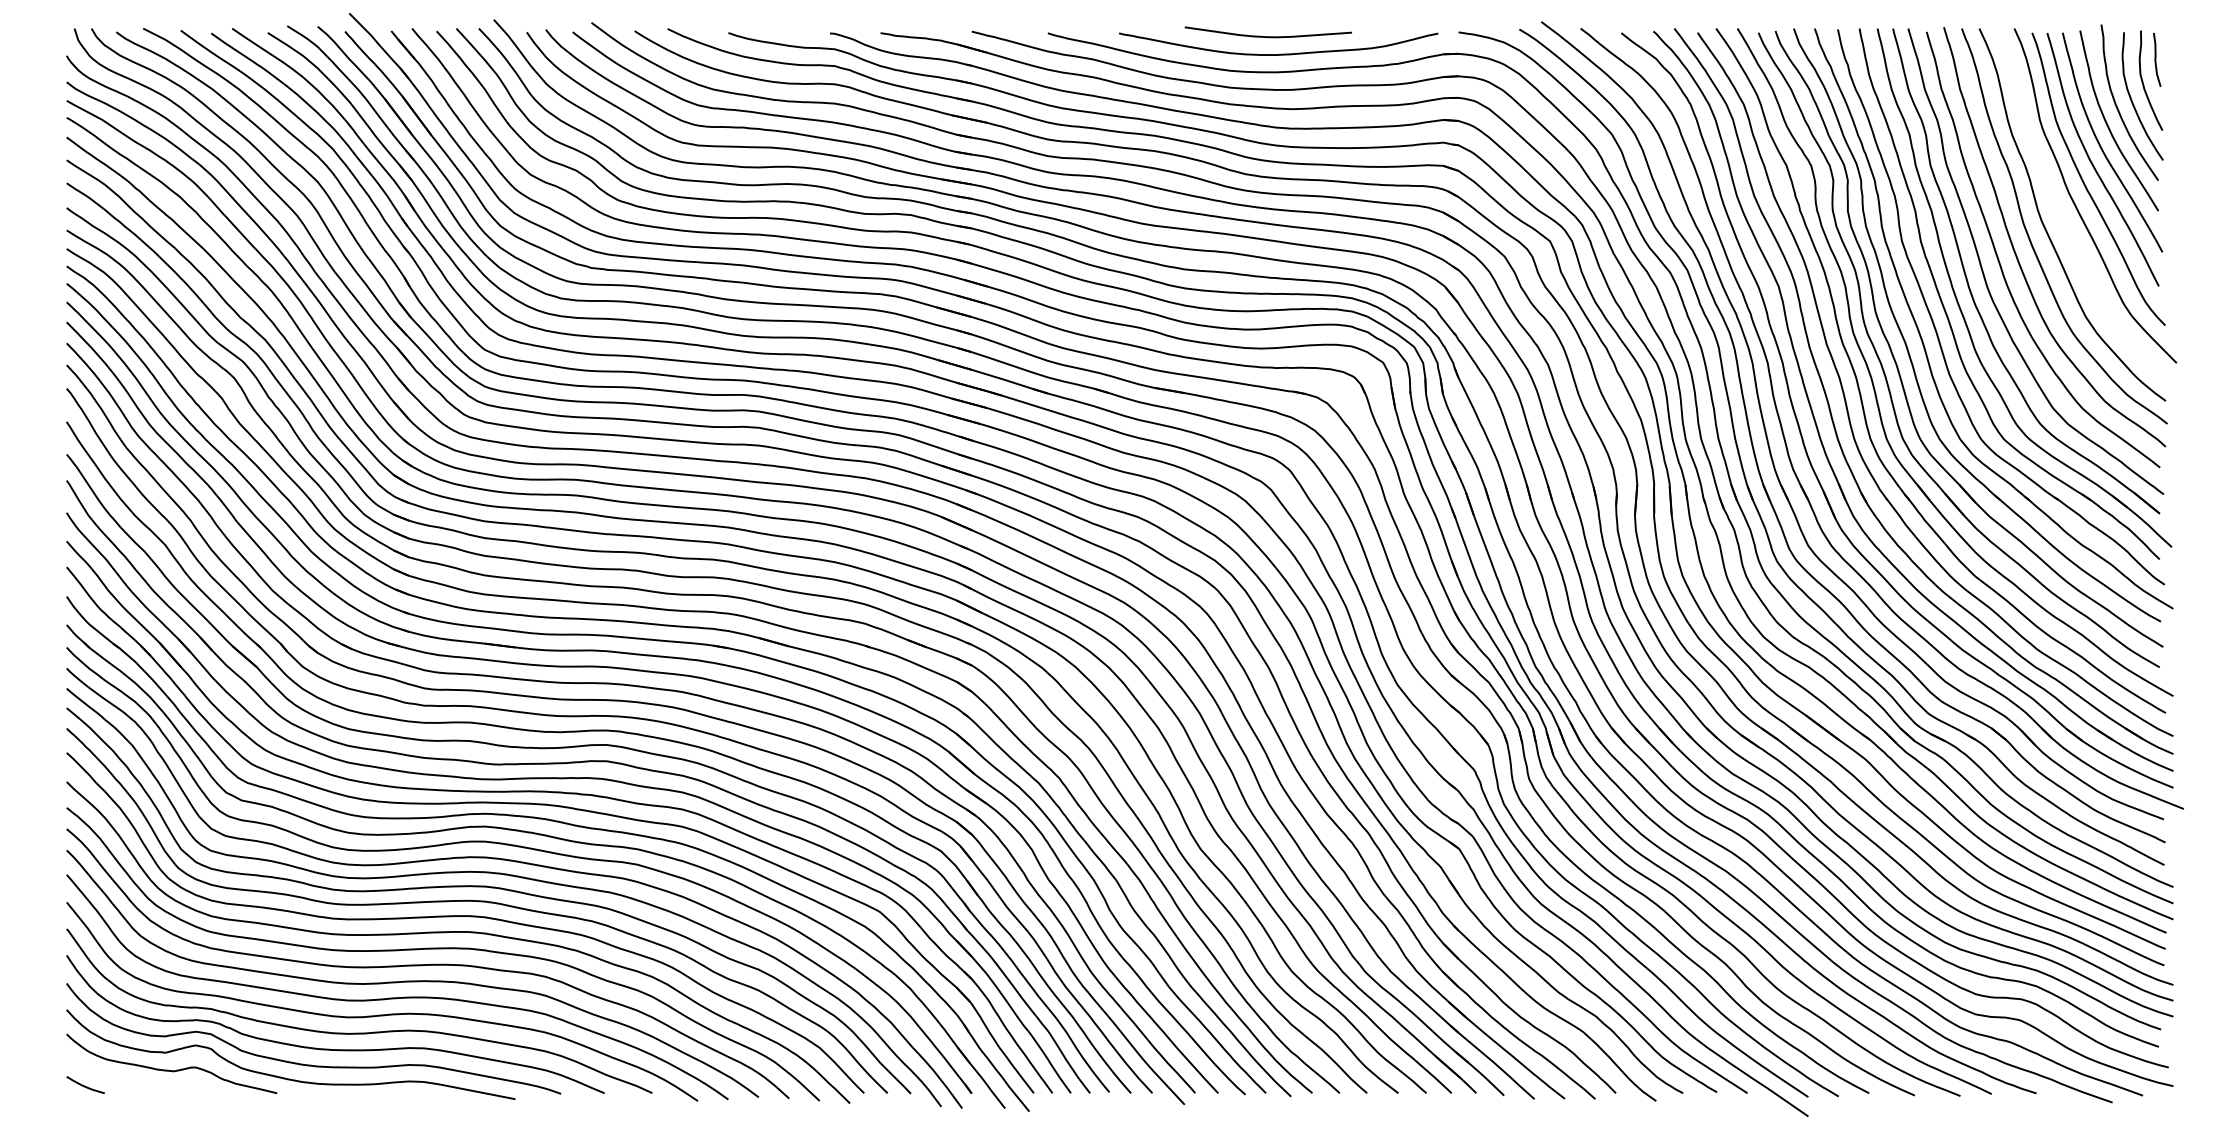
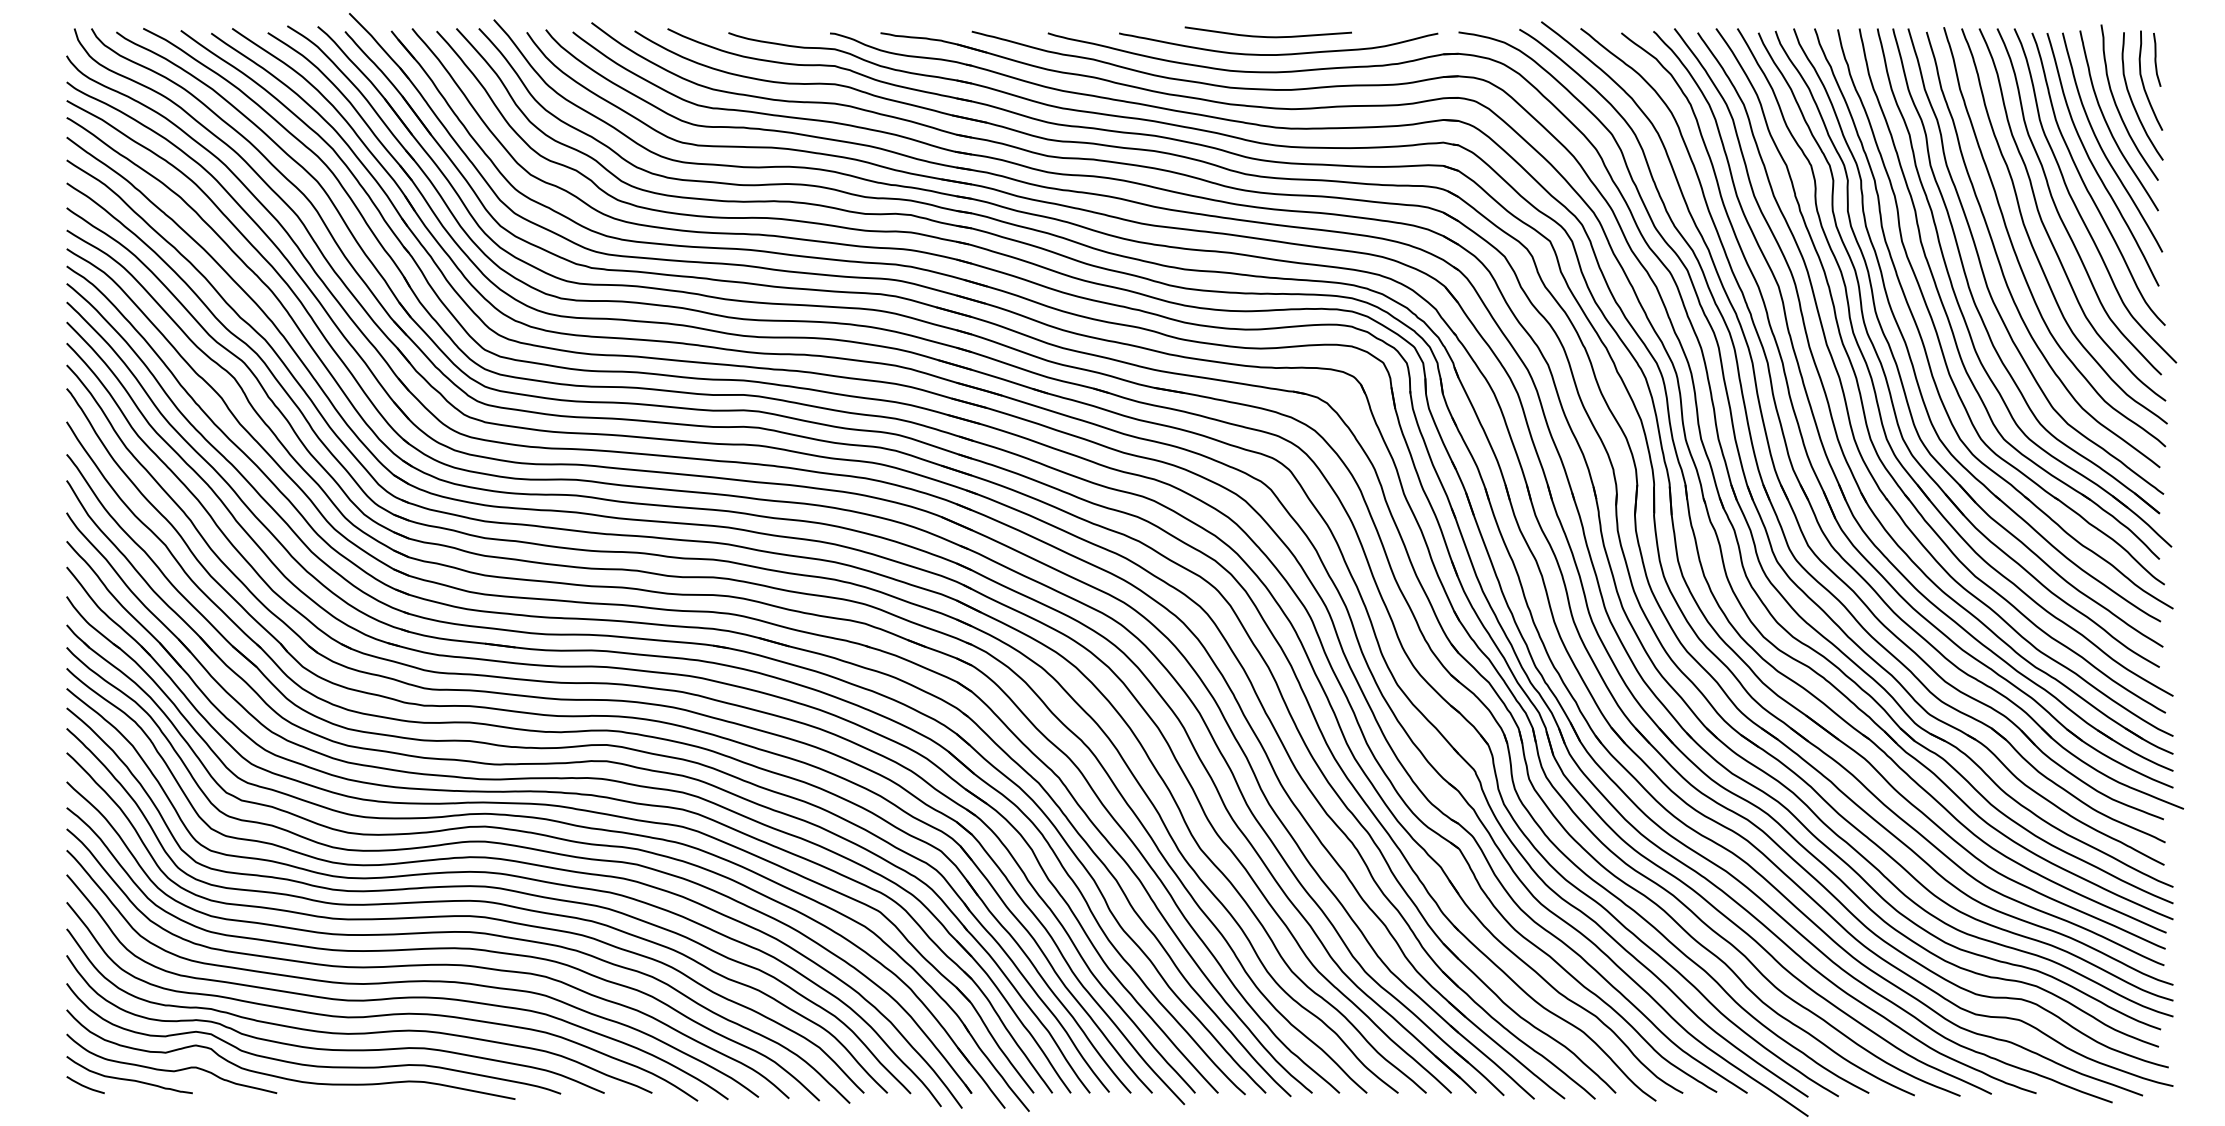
curve at (2058, 210): none -> present
curve at (127, 1078): none -> present
